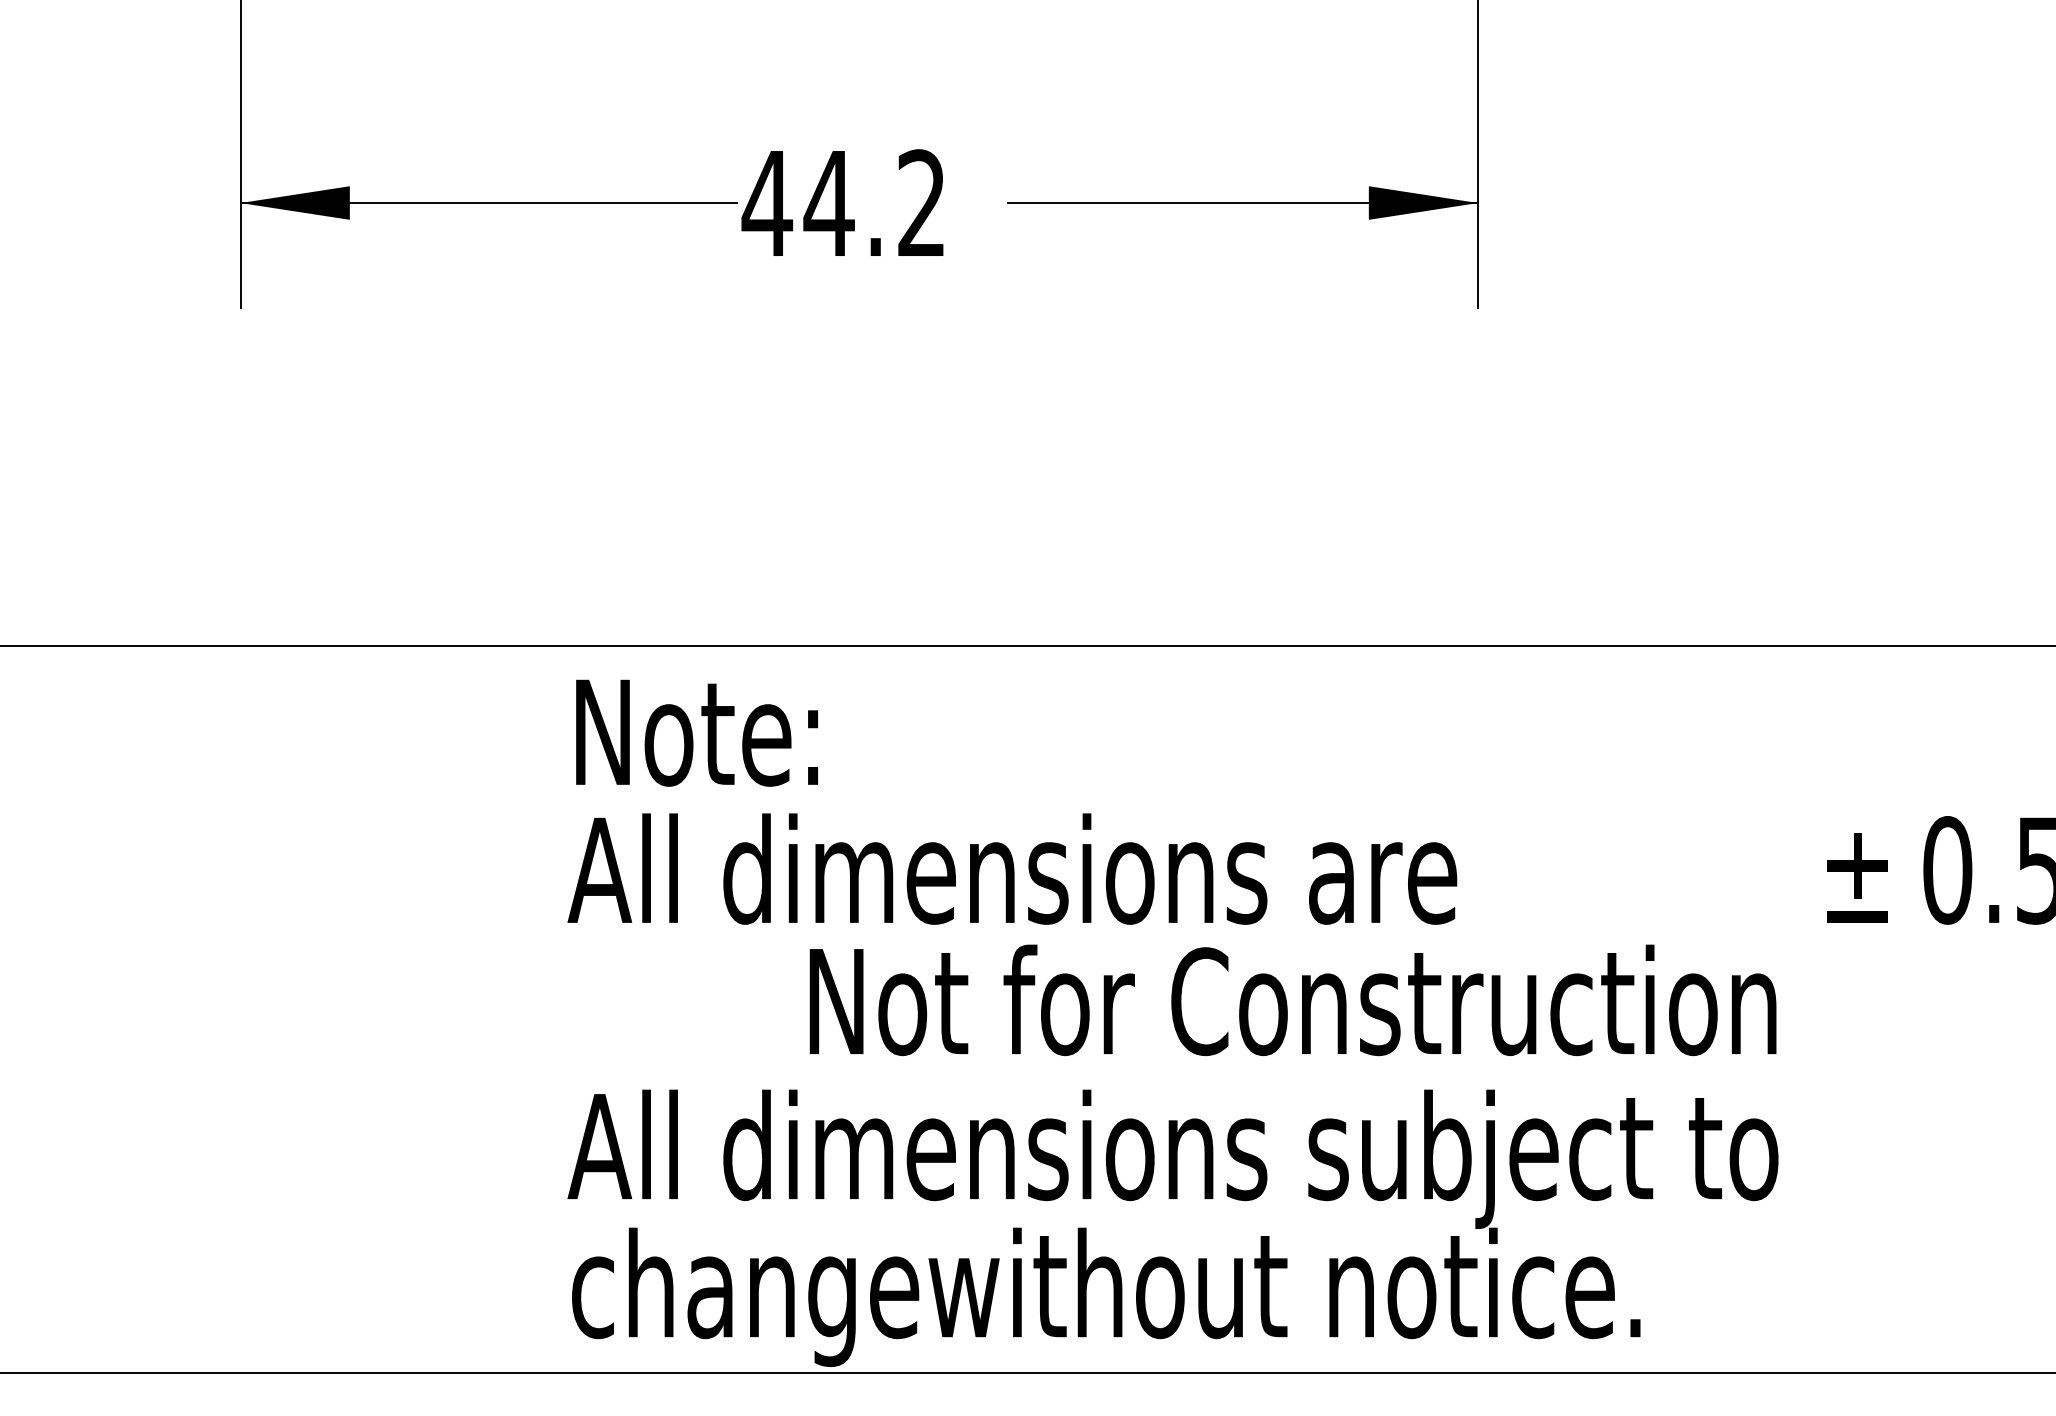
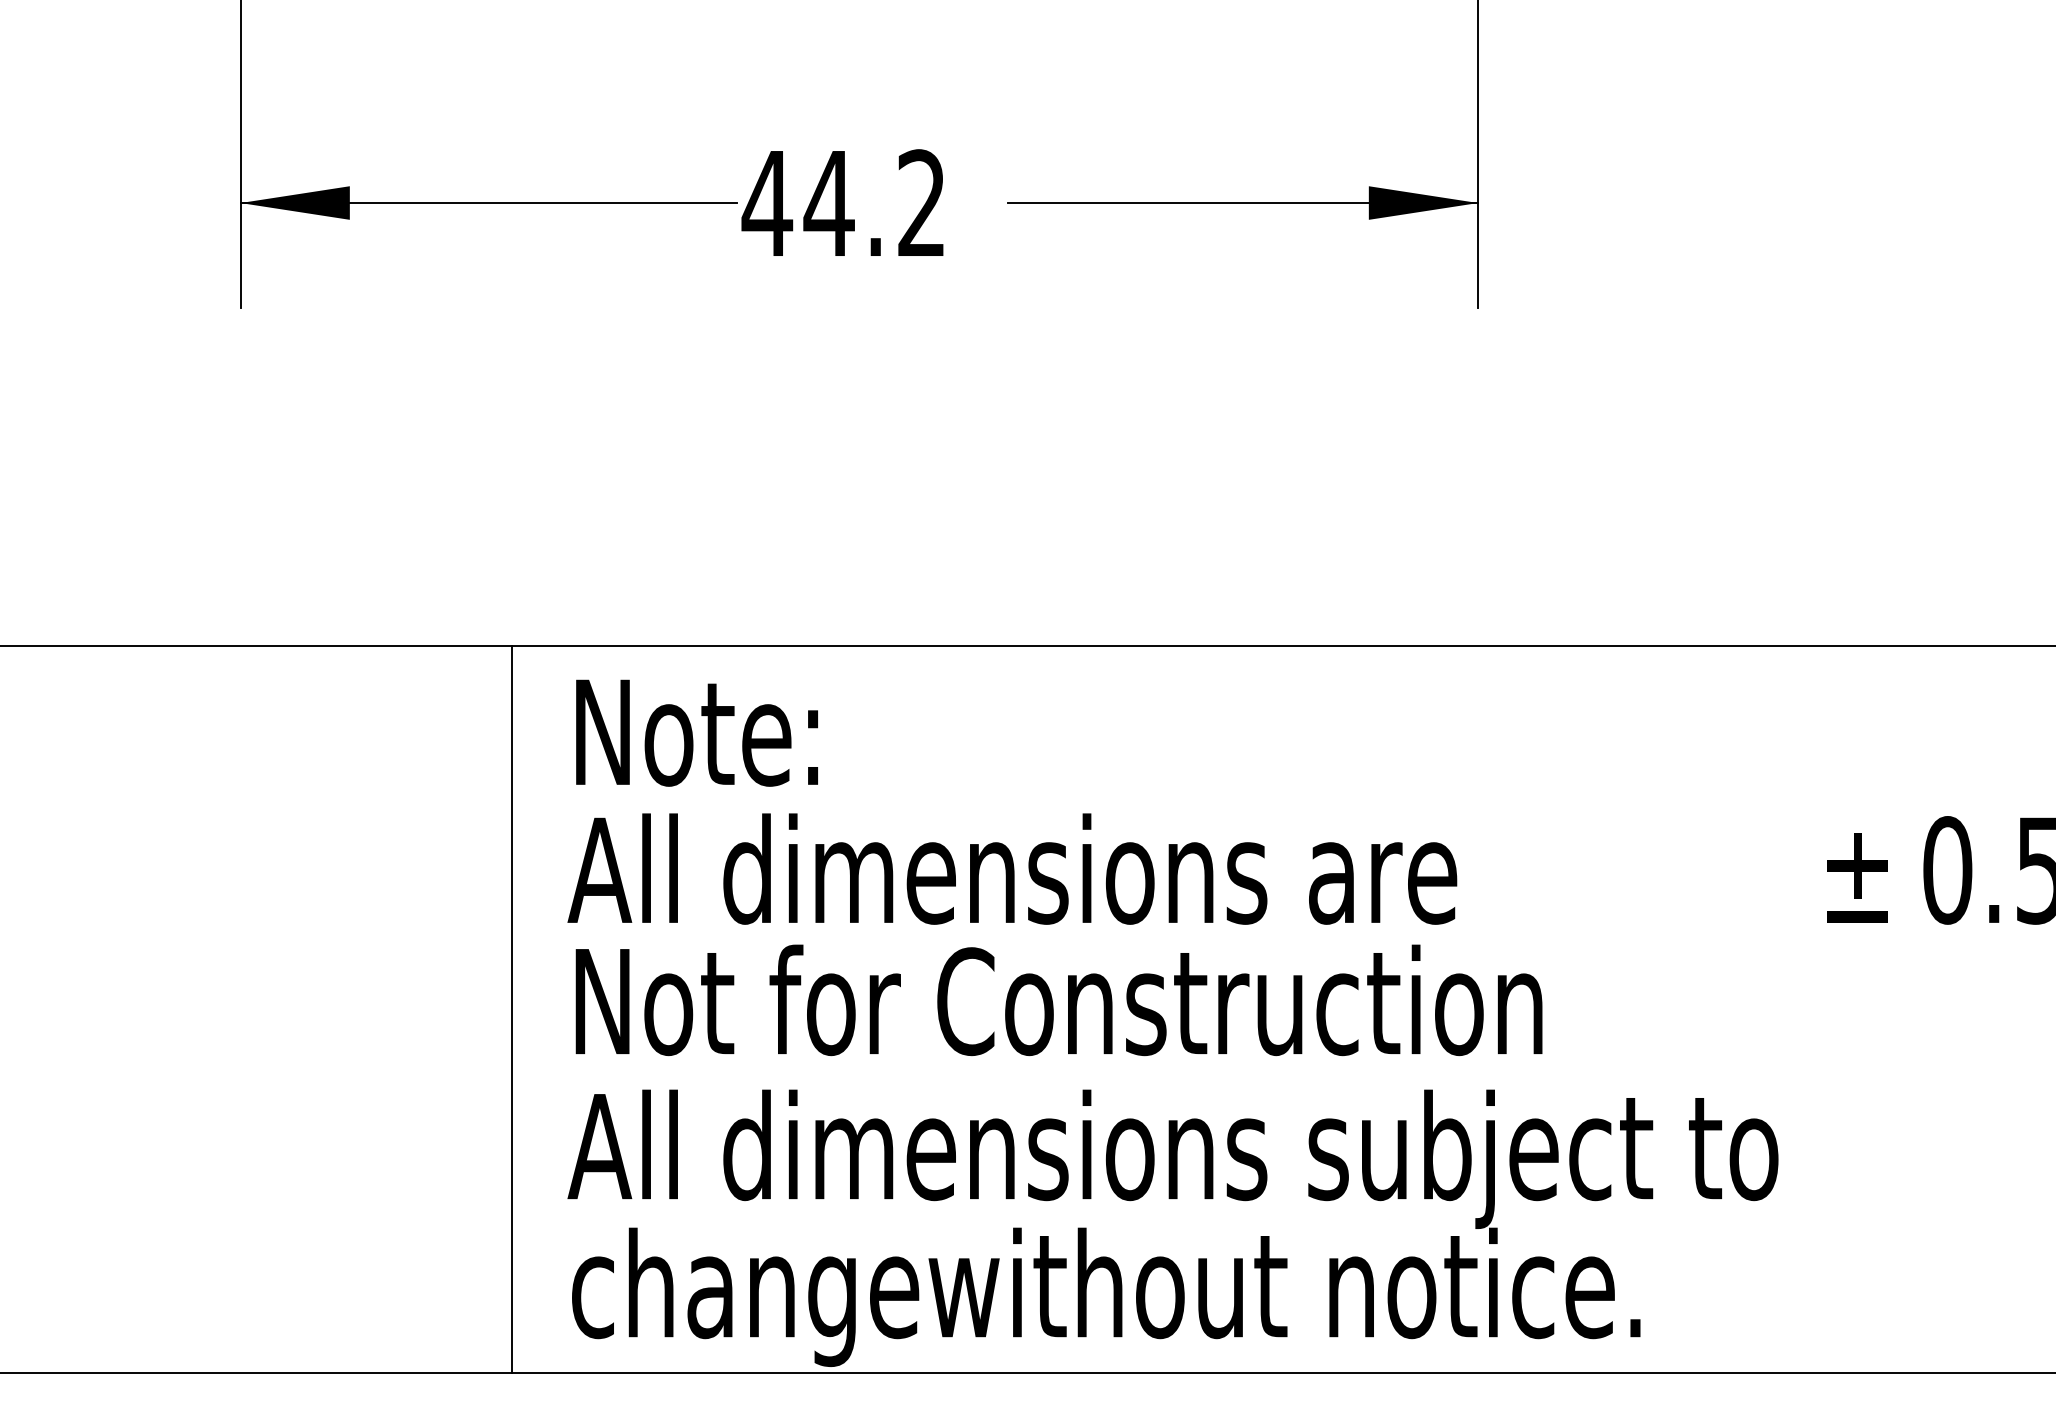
text at (1292, 1000) position: (1292, 1000) -> (1058, 1000)
line at (512, 1009): none -> present
